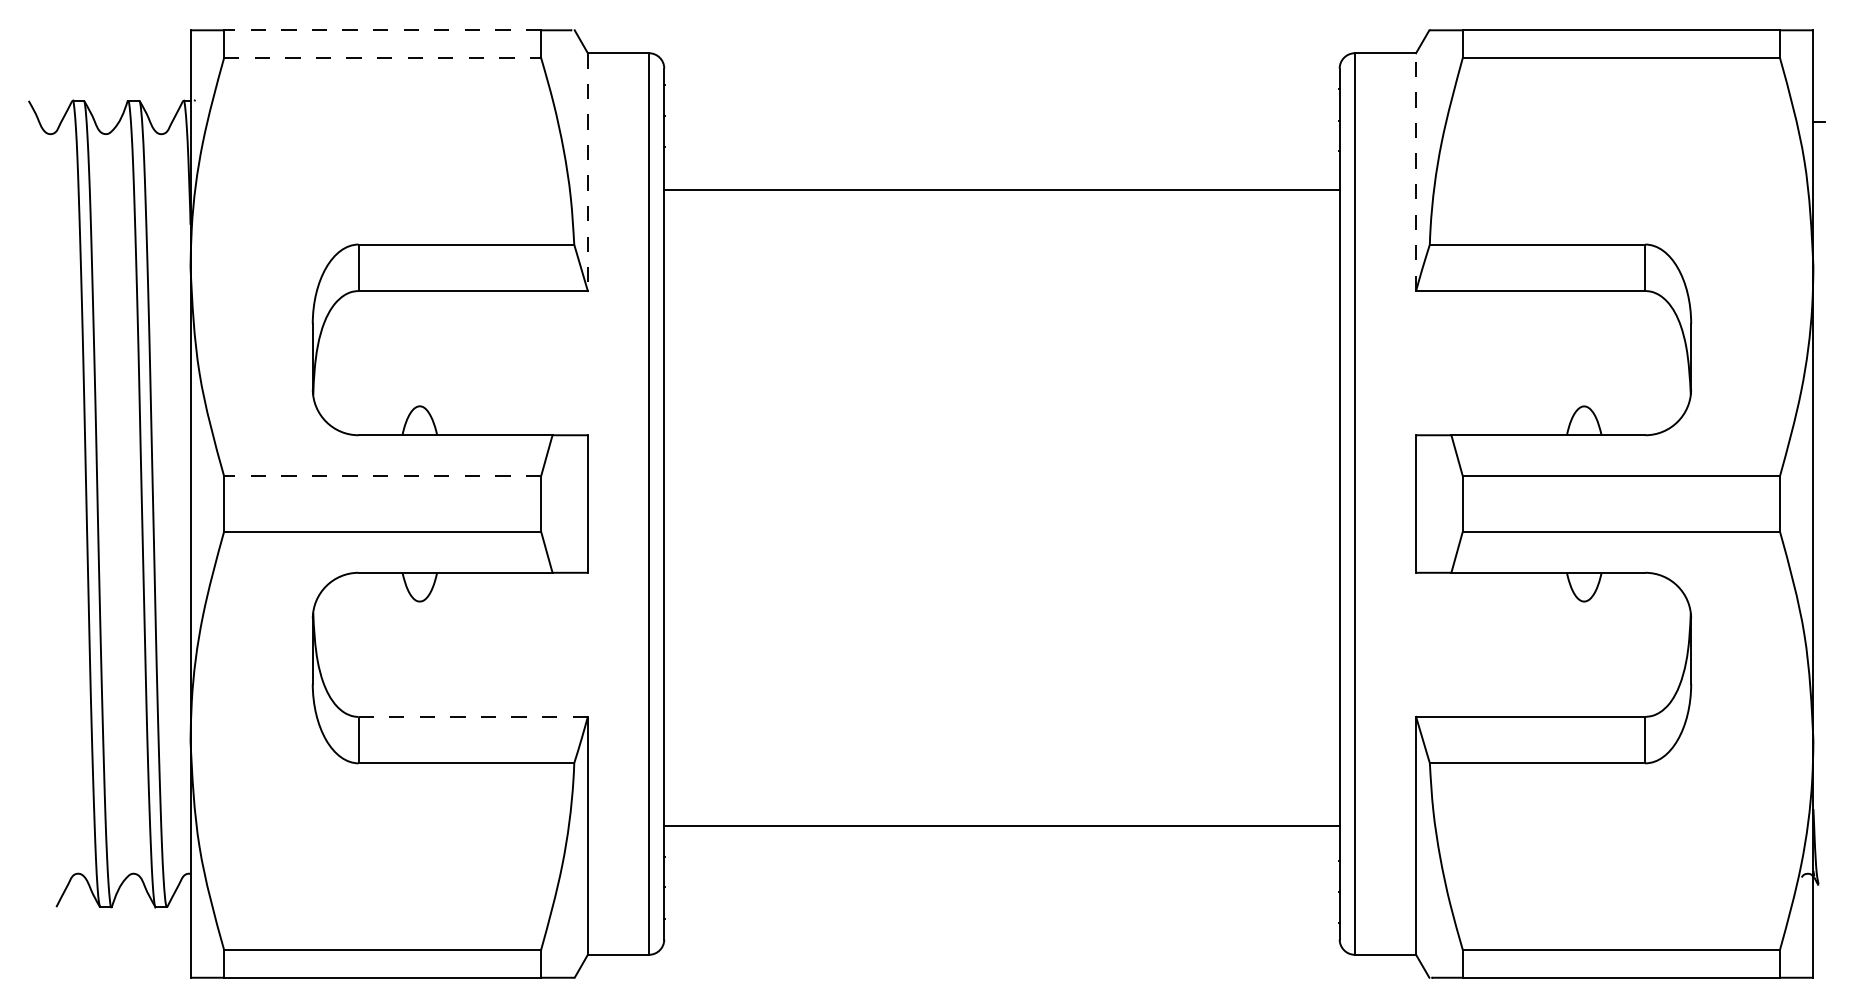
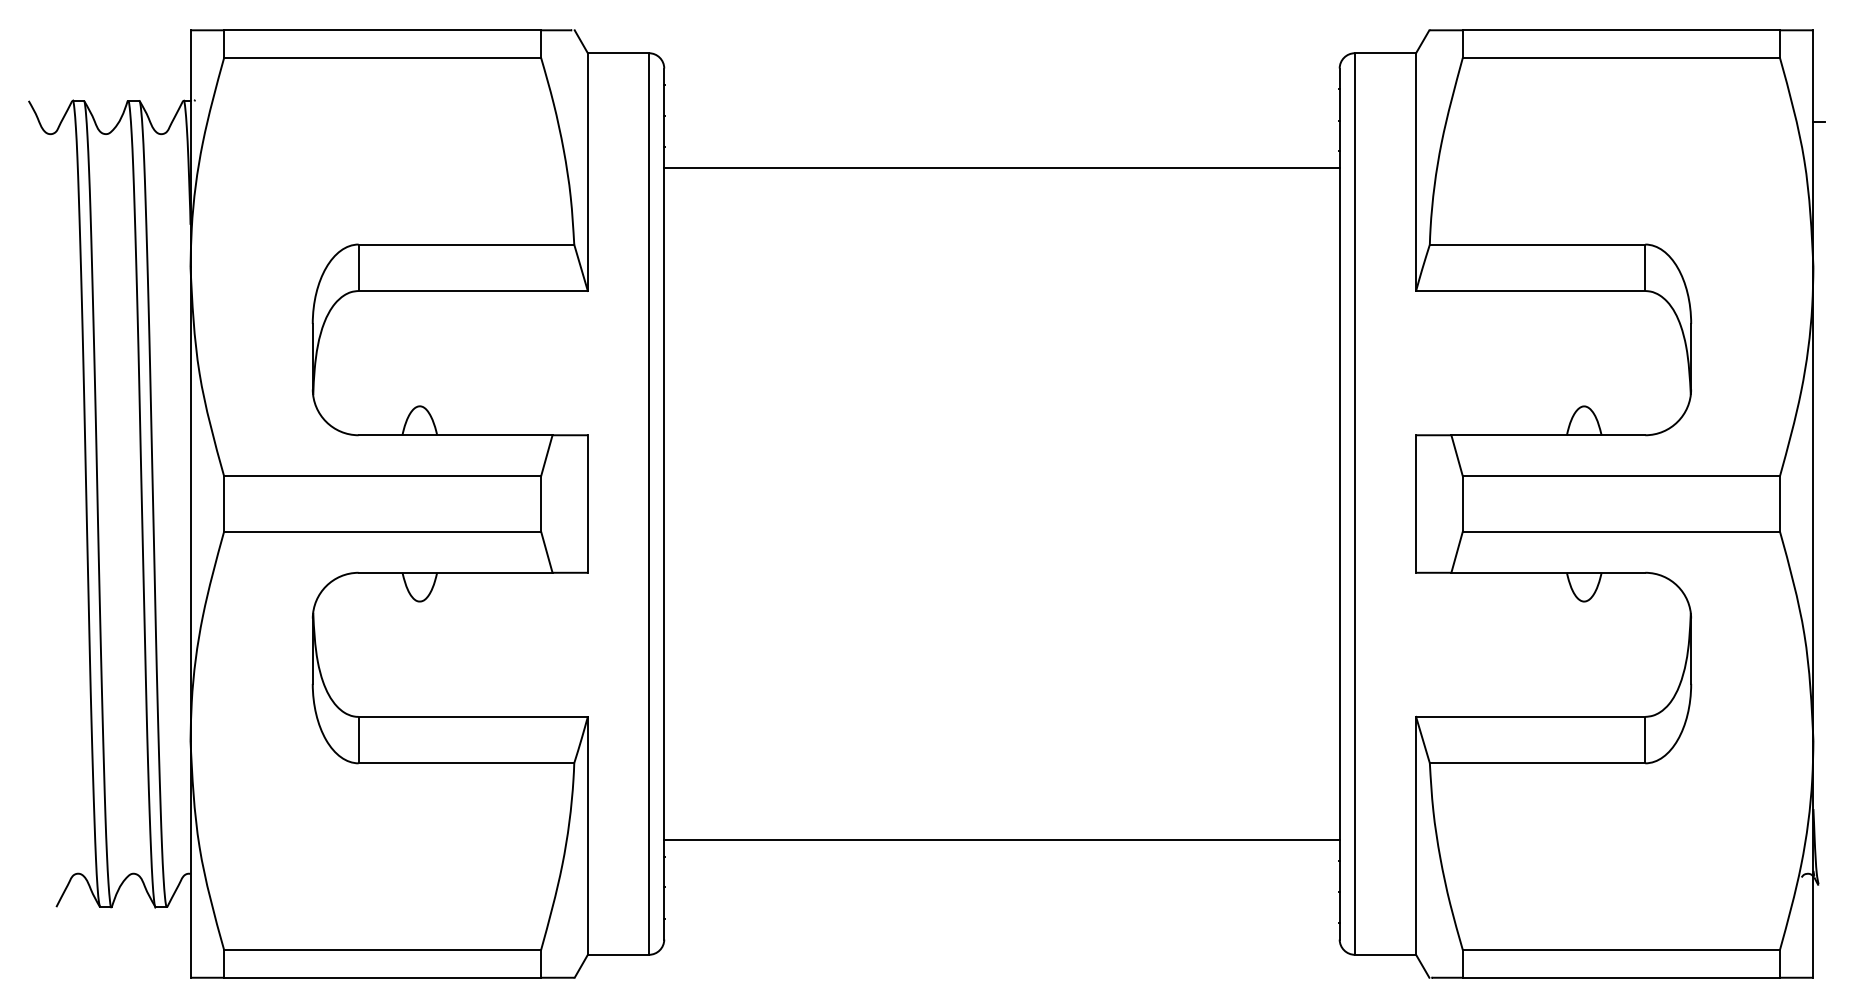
line at (382, 30): dashed -> solid
line at (383, 57): dashed -> solid
line at (587, 172): dashed -> solid
line at (1416, 172): dashed -> solid
line at (1001, 189) position: (1001, 189) -> (1001, 167)
line at (382, 476): dashed -> solid
line at (473, 716): dashed -> solid
line at (1001, 826) position: (1001, 826) -> (1001, 840)
